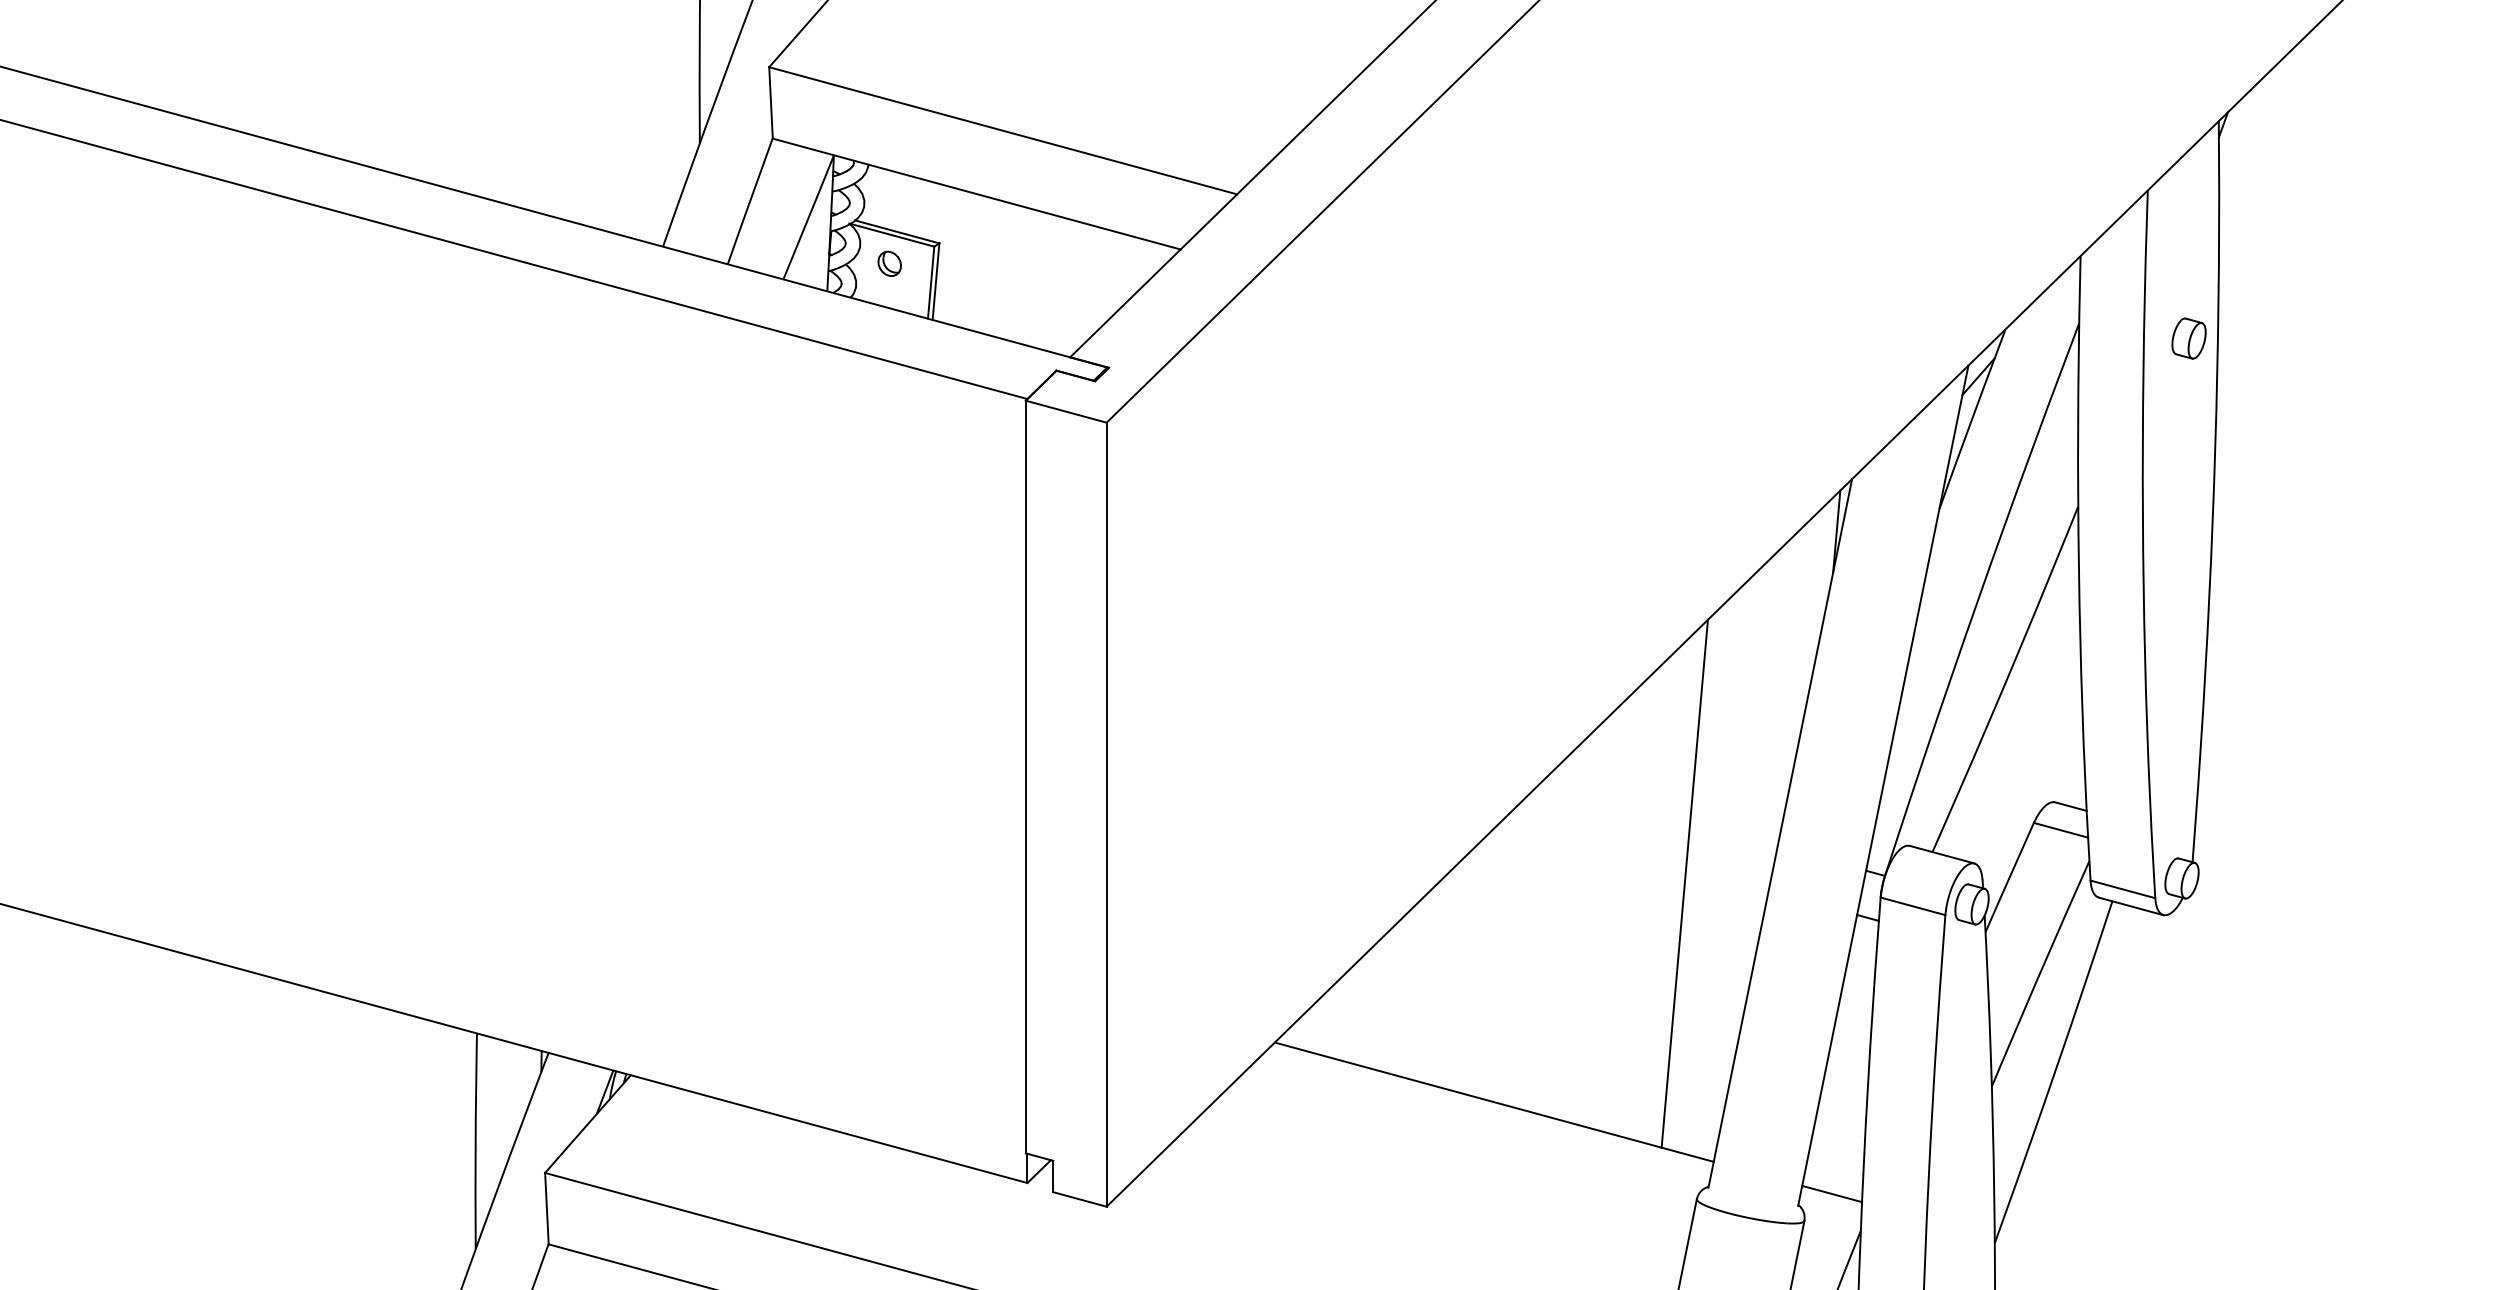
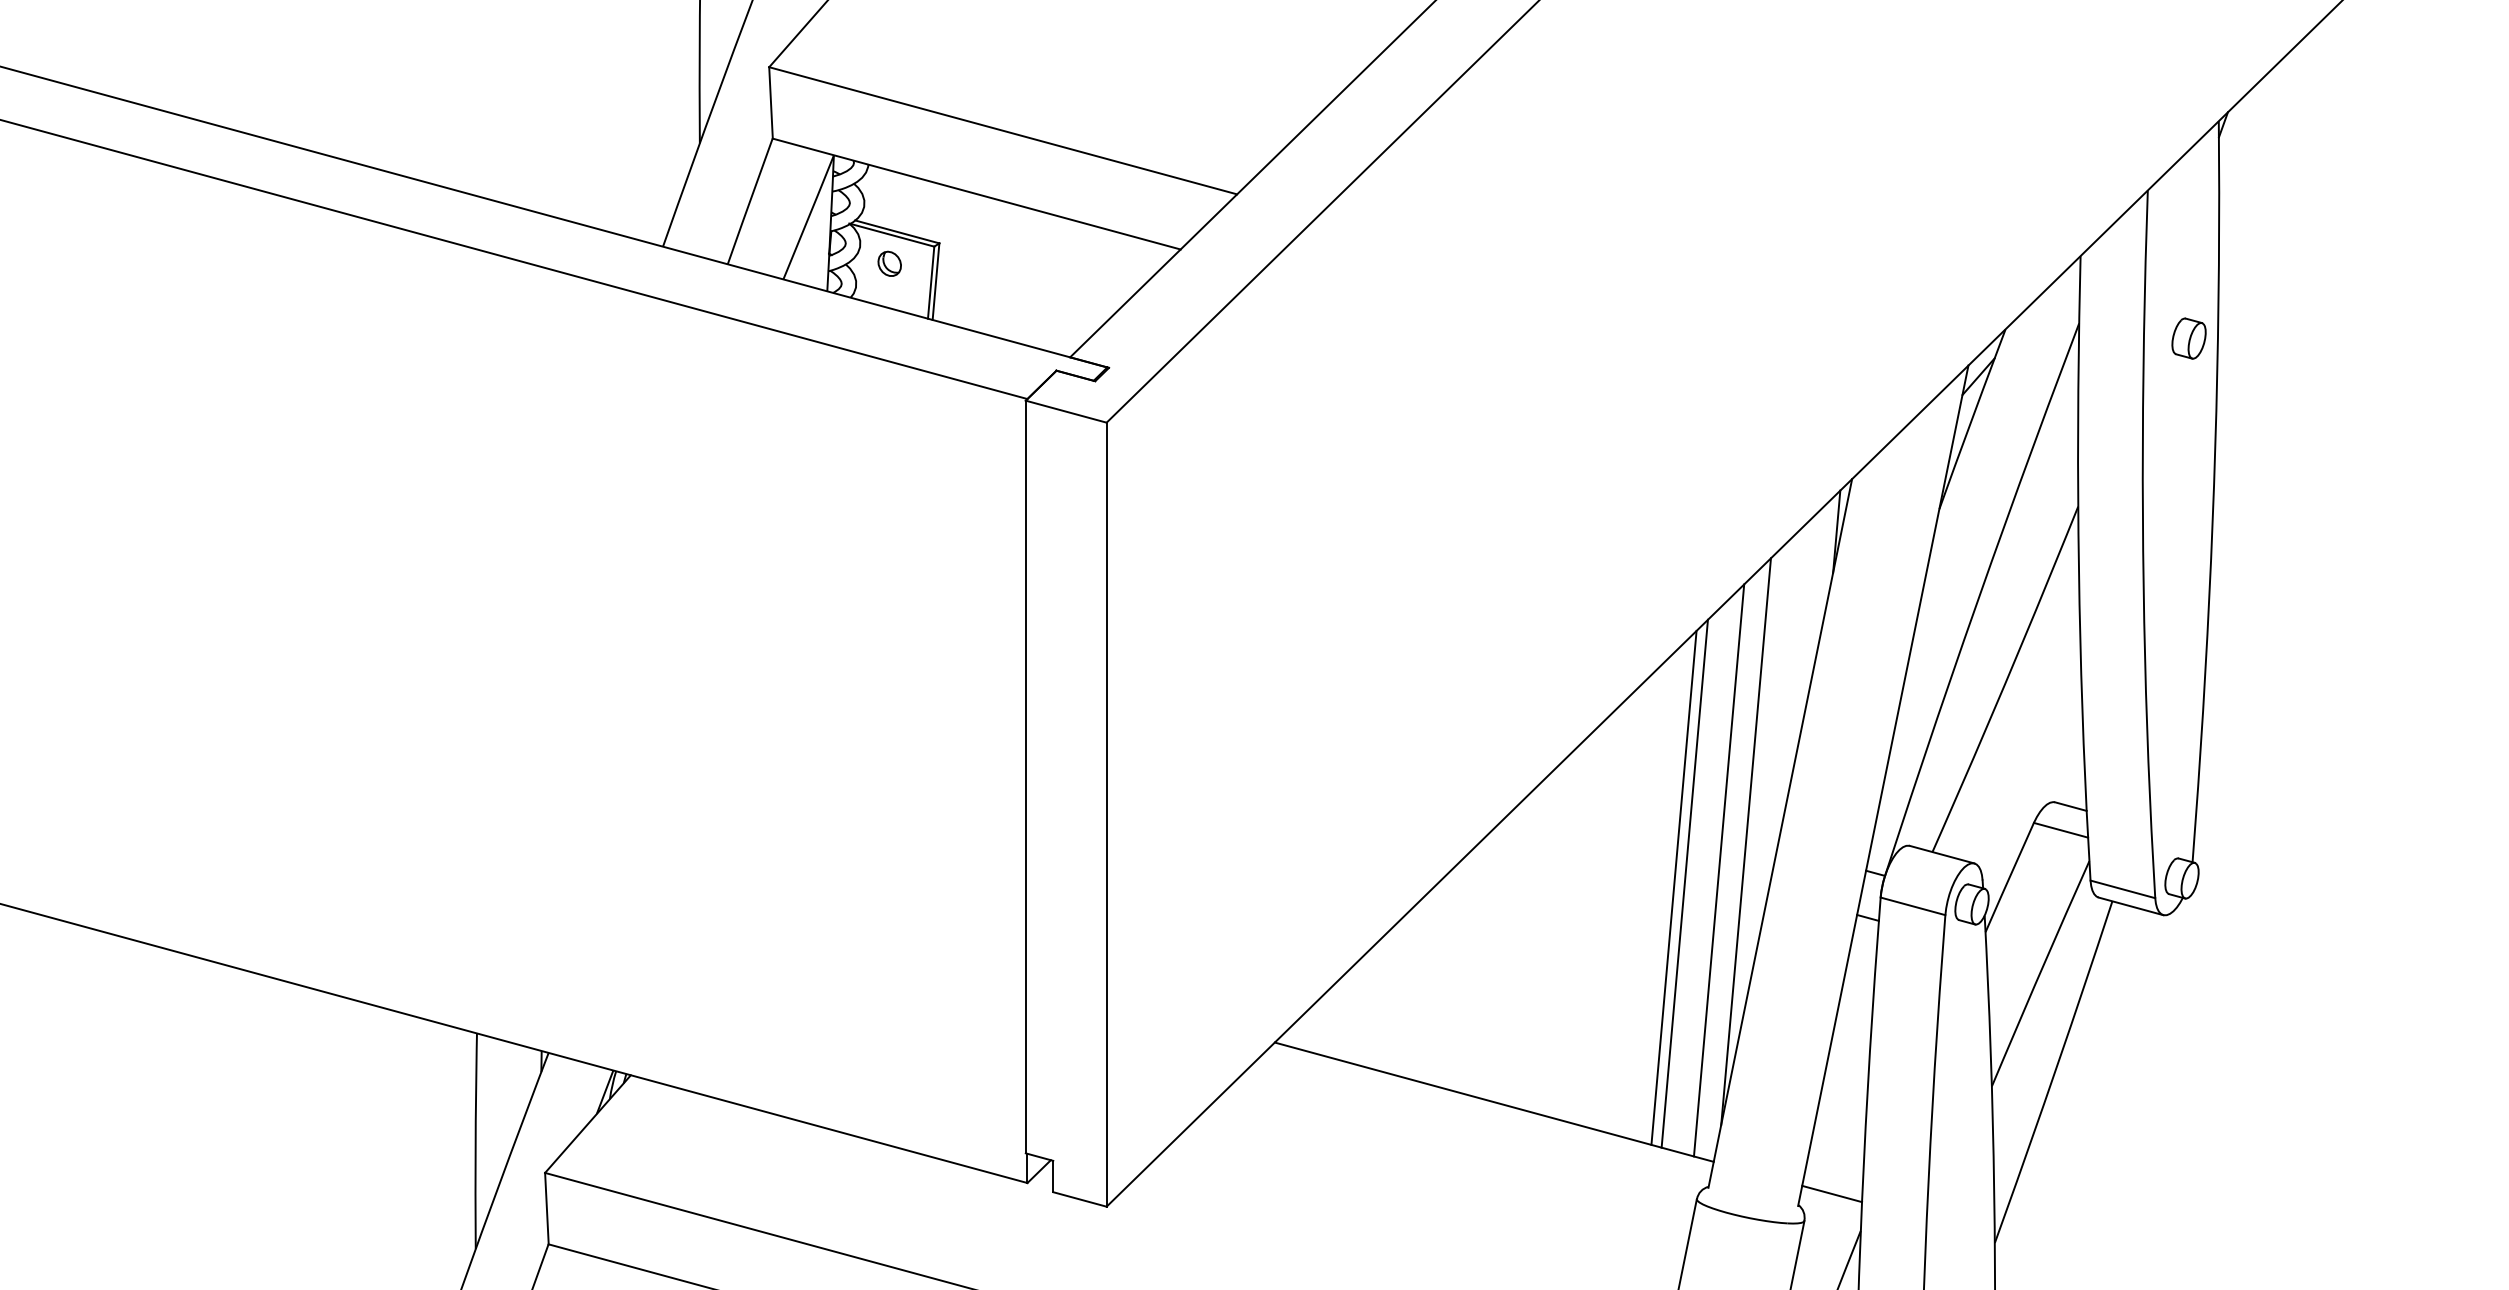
line at (1745, 841): none -> present
line at (1718, 870): none -> present
line at (1673, 887): none -> present
